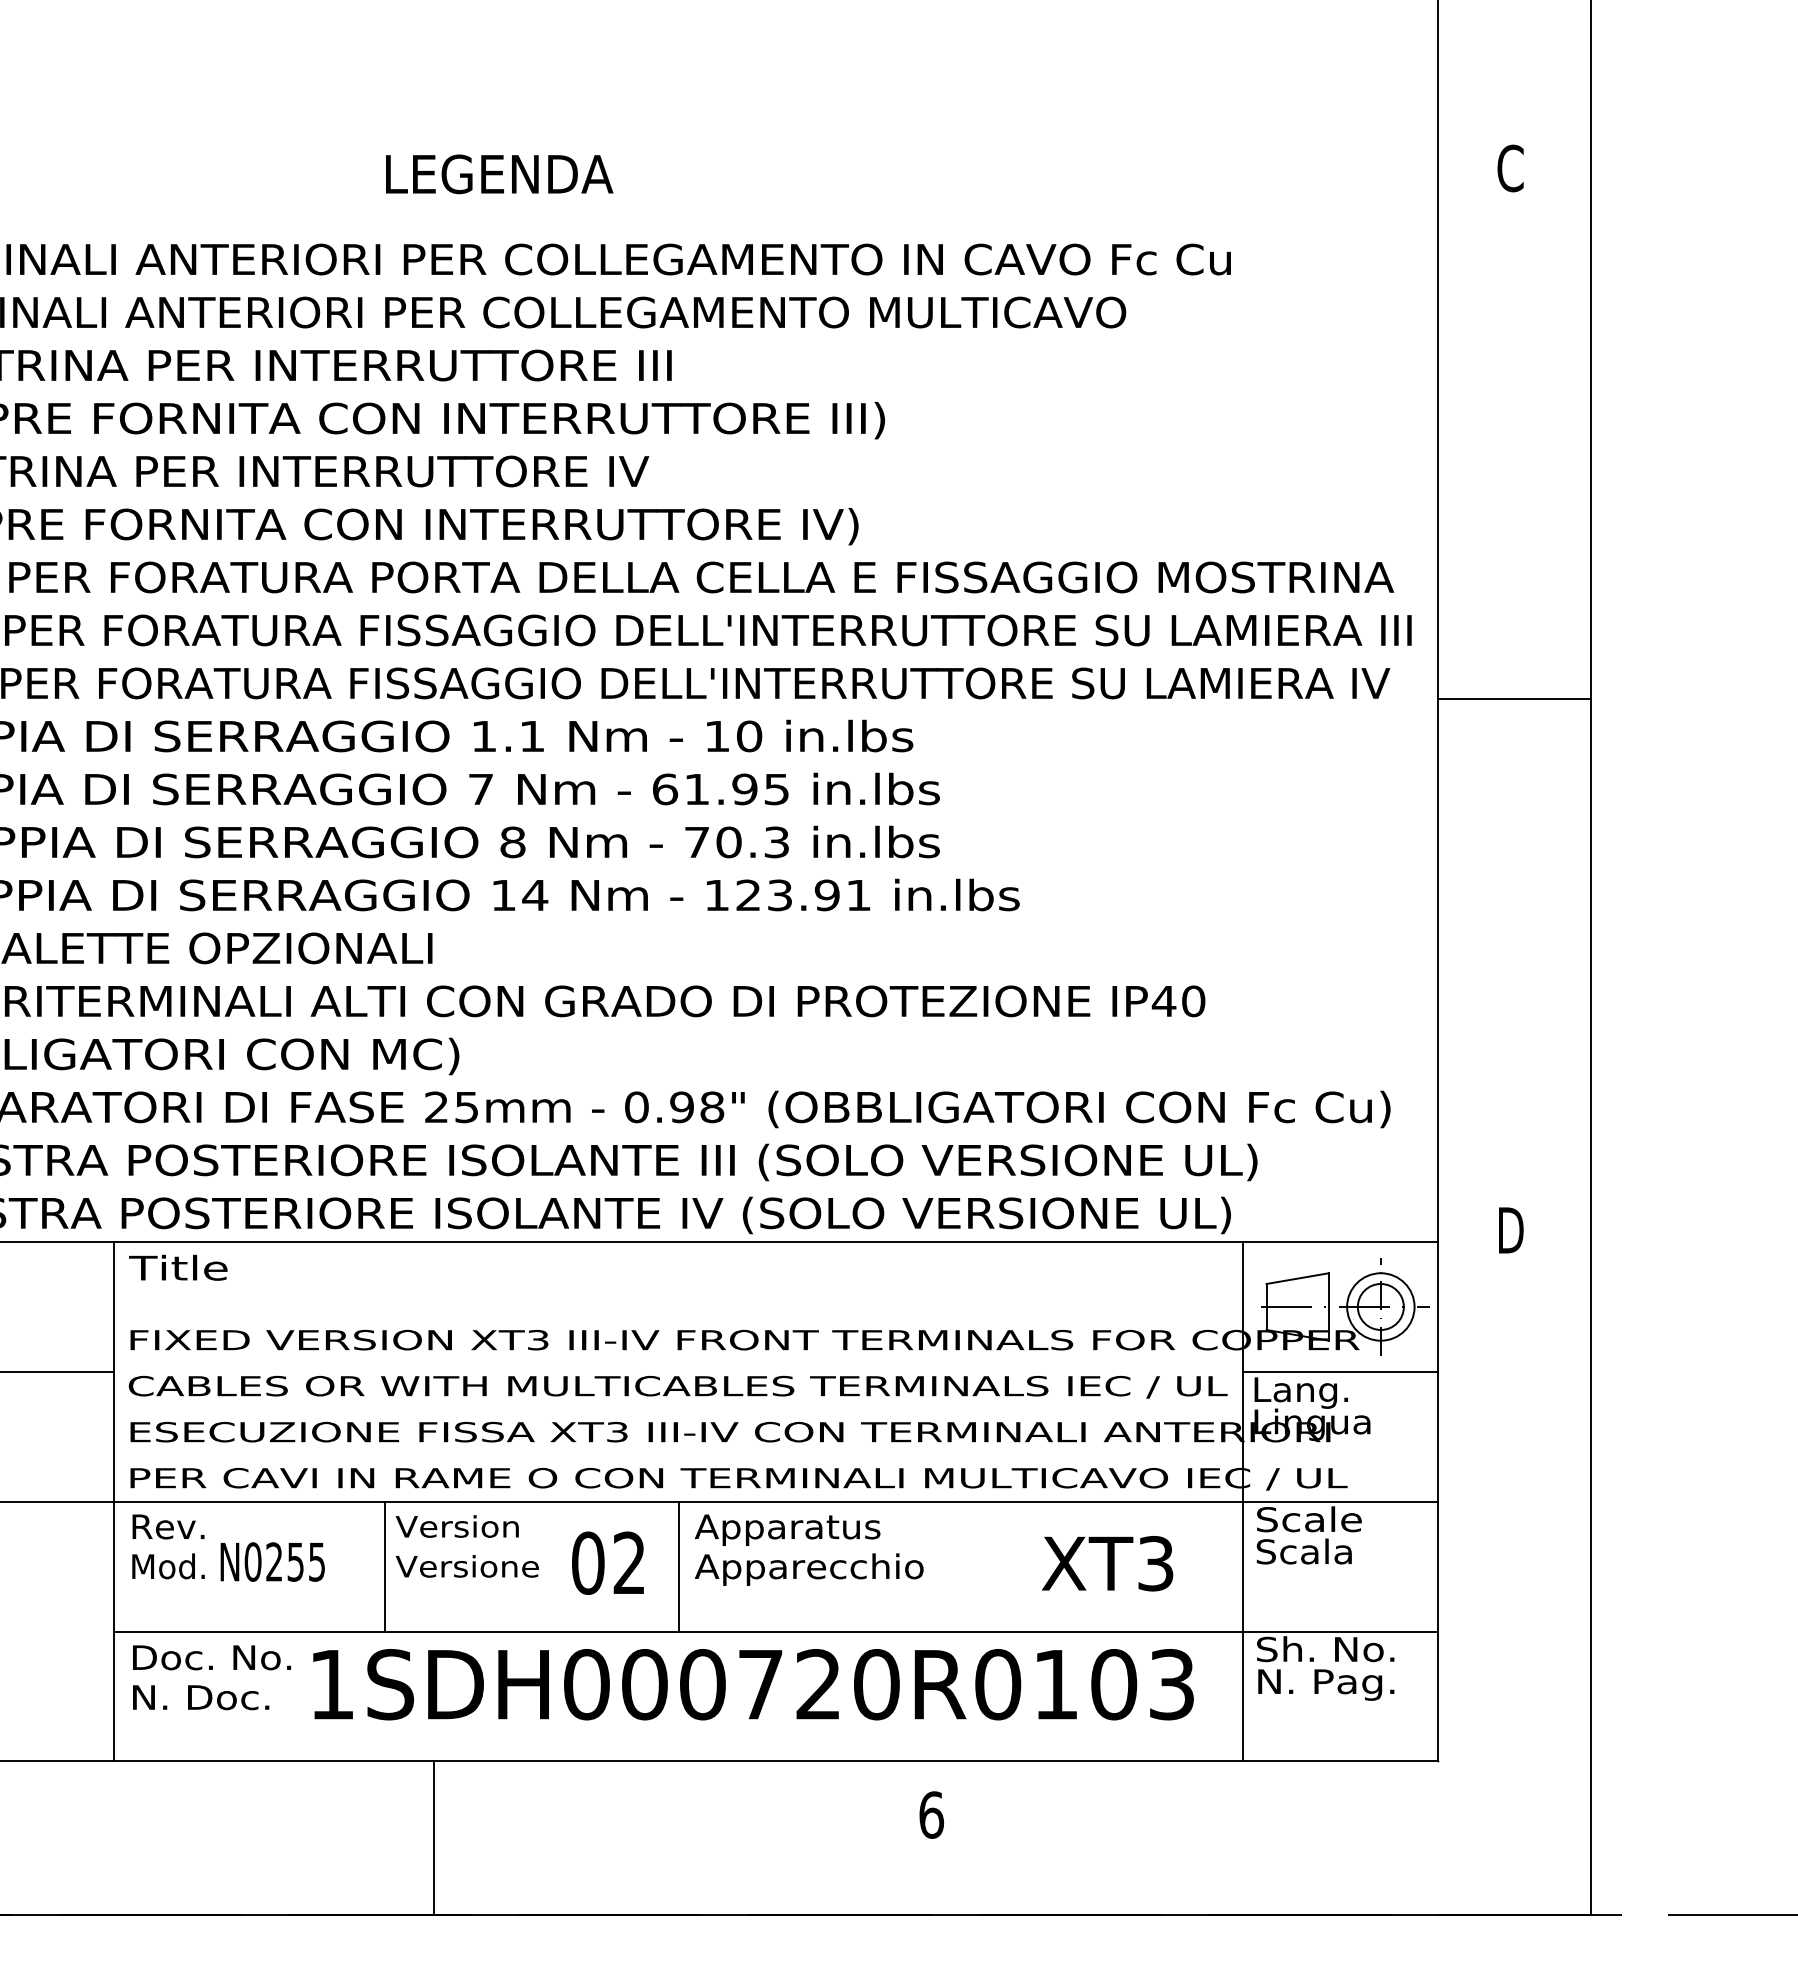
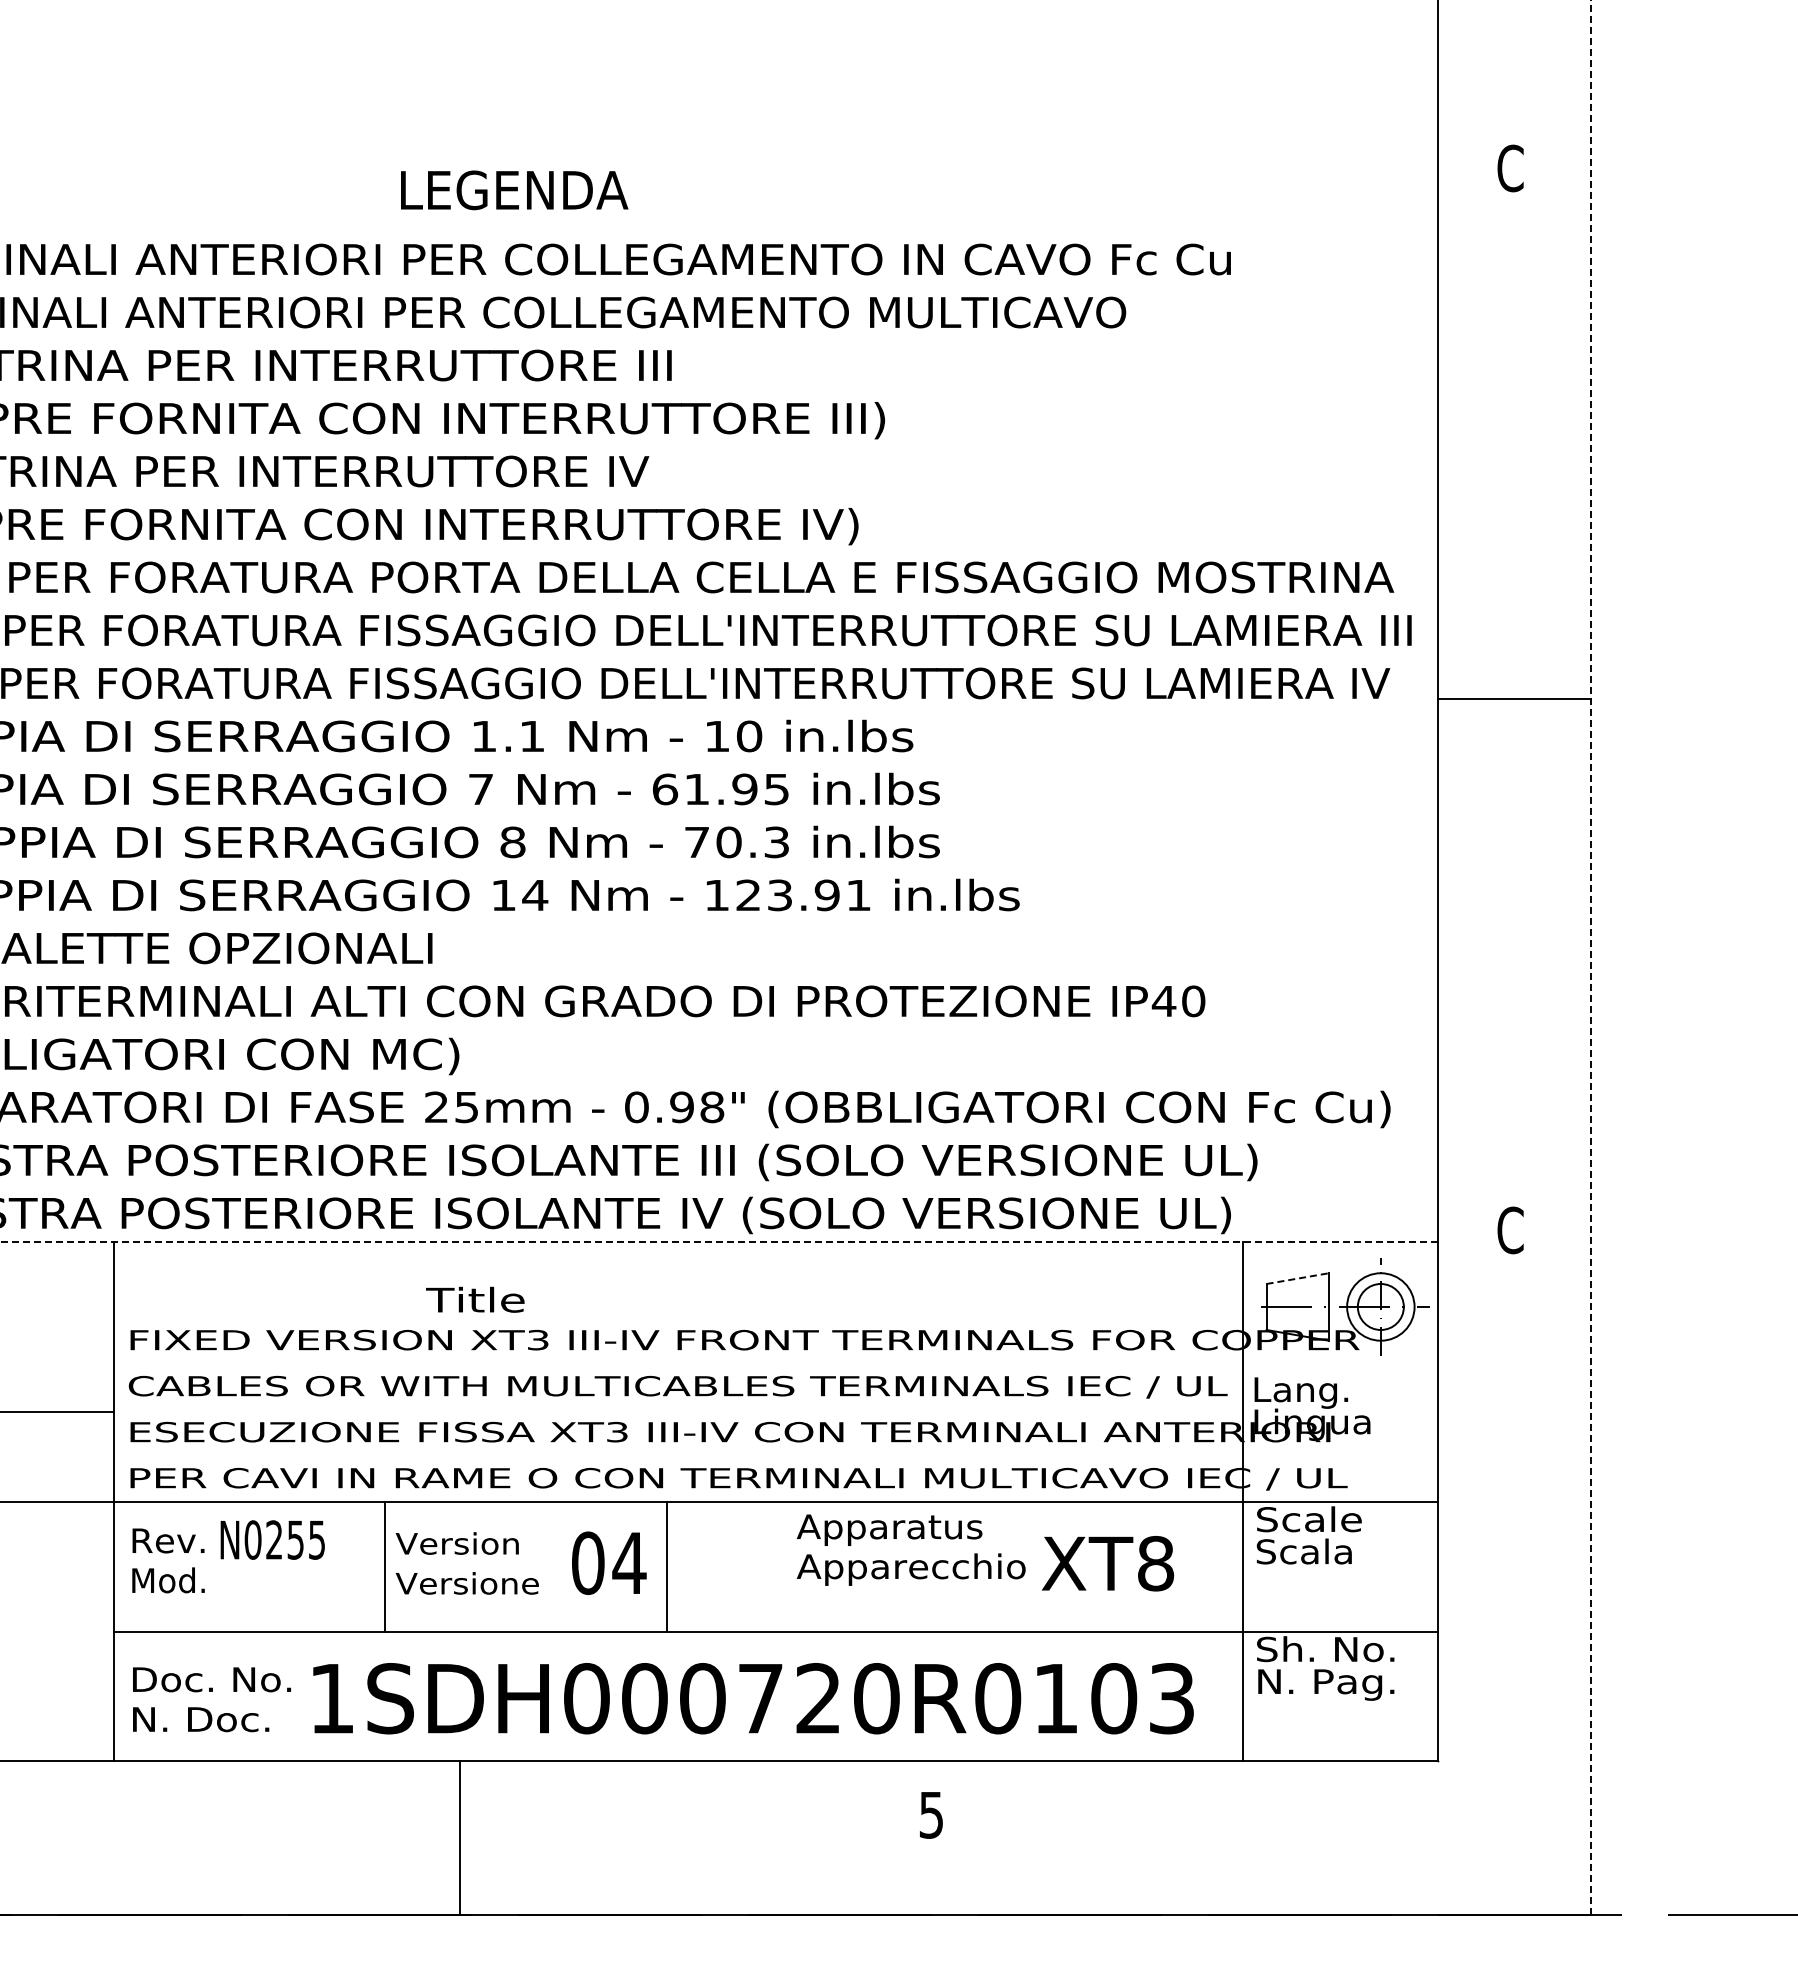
text at (499, 174) position: (499, 174) -> (514, 190)
line at (1591, 957): solid -> dashed
text at (1510, 1230): D -> C
line at (719, 1242): solid -> dashed
text at (178, 1267) position: (178, 1267) -> (475, 1299)
line at (1297, 1278): solid -> dashed
line at (57, 1371) position: (57, 1371) -> (57, 1411)
line at (1340, 1371): present -> none
text at (168, 1546) position: (168, 1546) -> (168, 1560)
text at (466, 1546) position: (466, 1546) -> (466, 1563)
text at (808, 1549) position: (808, 1549) -> (910, 1549)
text at (272, 1561) position: (272, 1561) -> (272, 1539)
text at (629, 1562): 02 -> 04
text at (1156, 1563): XT3 -> XT8
line at (678, 1566) position: (678, 1566) -> (666, 1566)
text at (211, 1677) position: (211, 1677) -> (211, 1699)
text at (753, 1684) position: (753, 1684) -> (753, 1698)
text at (931, 1814): 6 -> 5
line at (433, 1837) position: (433, 1837) -> (459, 1837)
